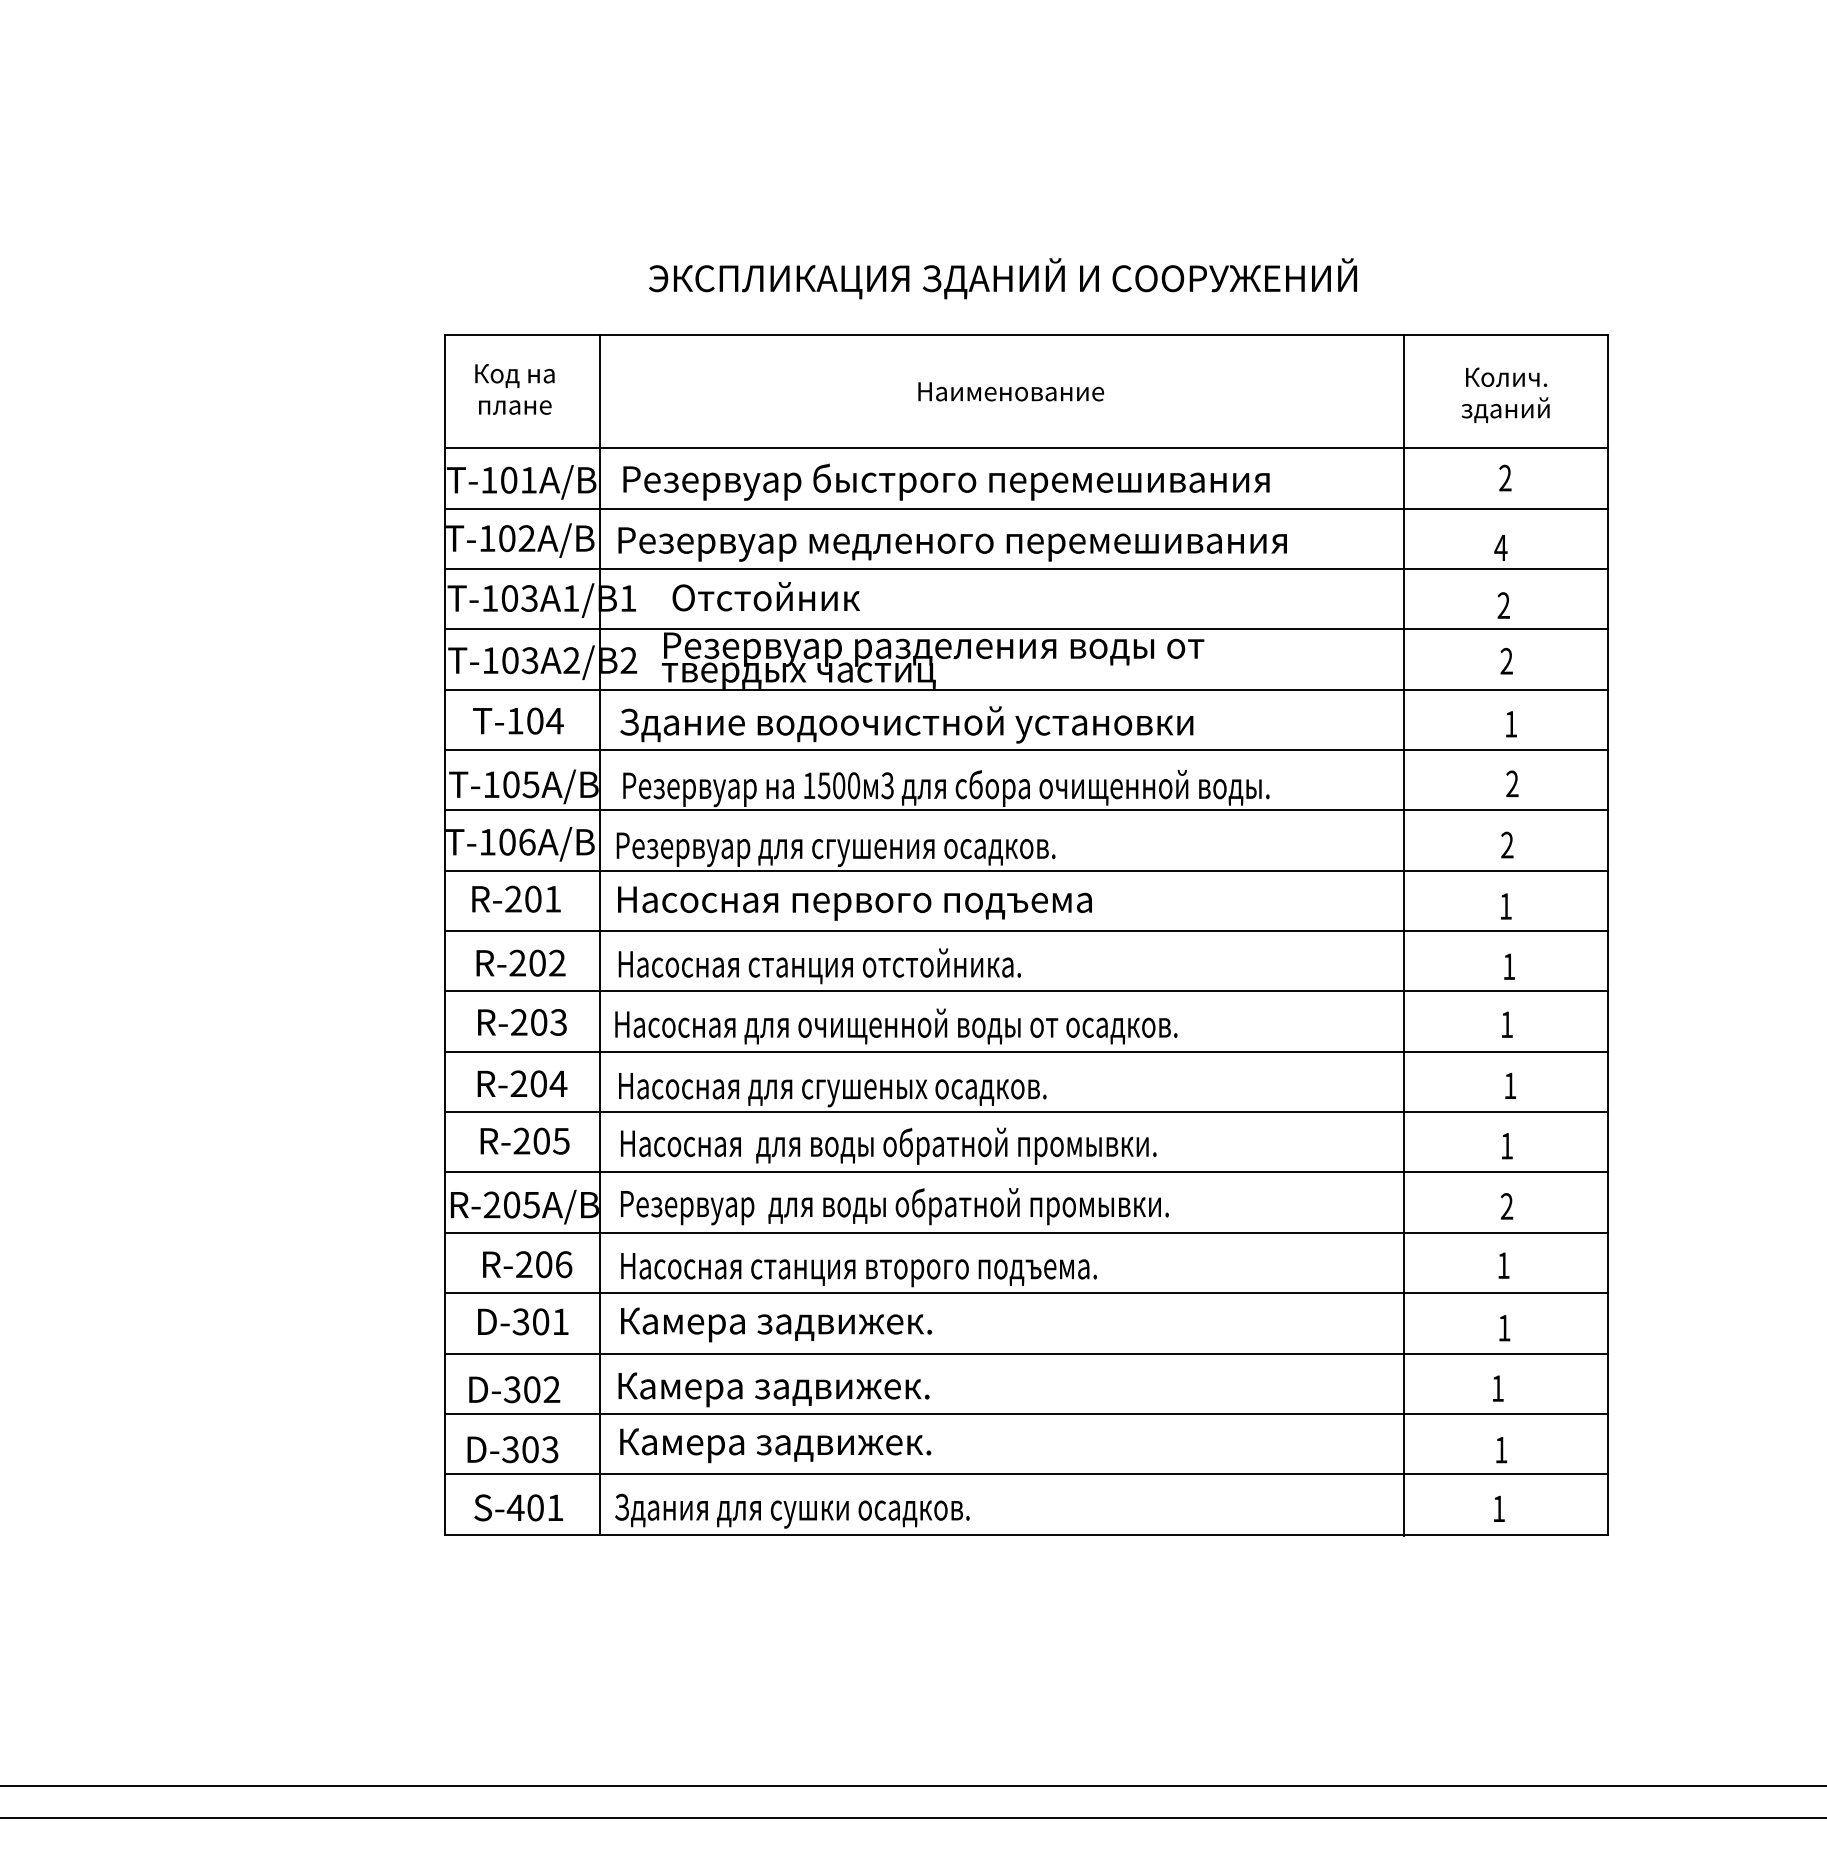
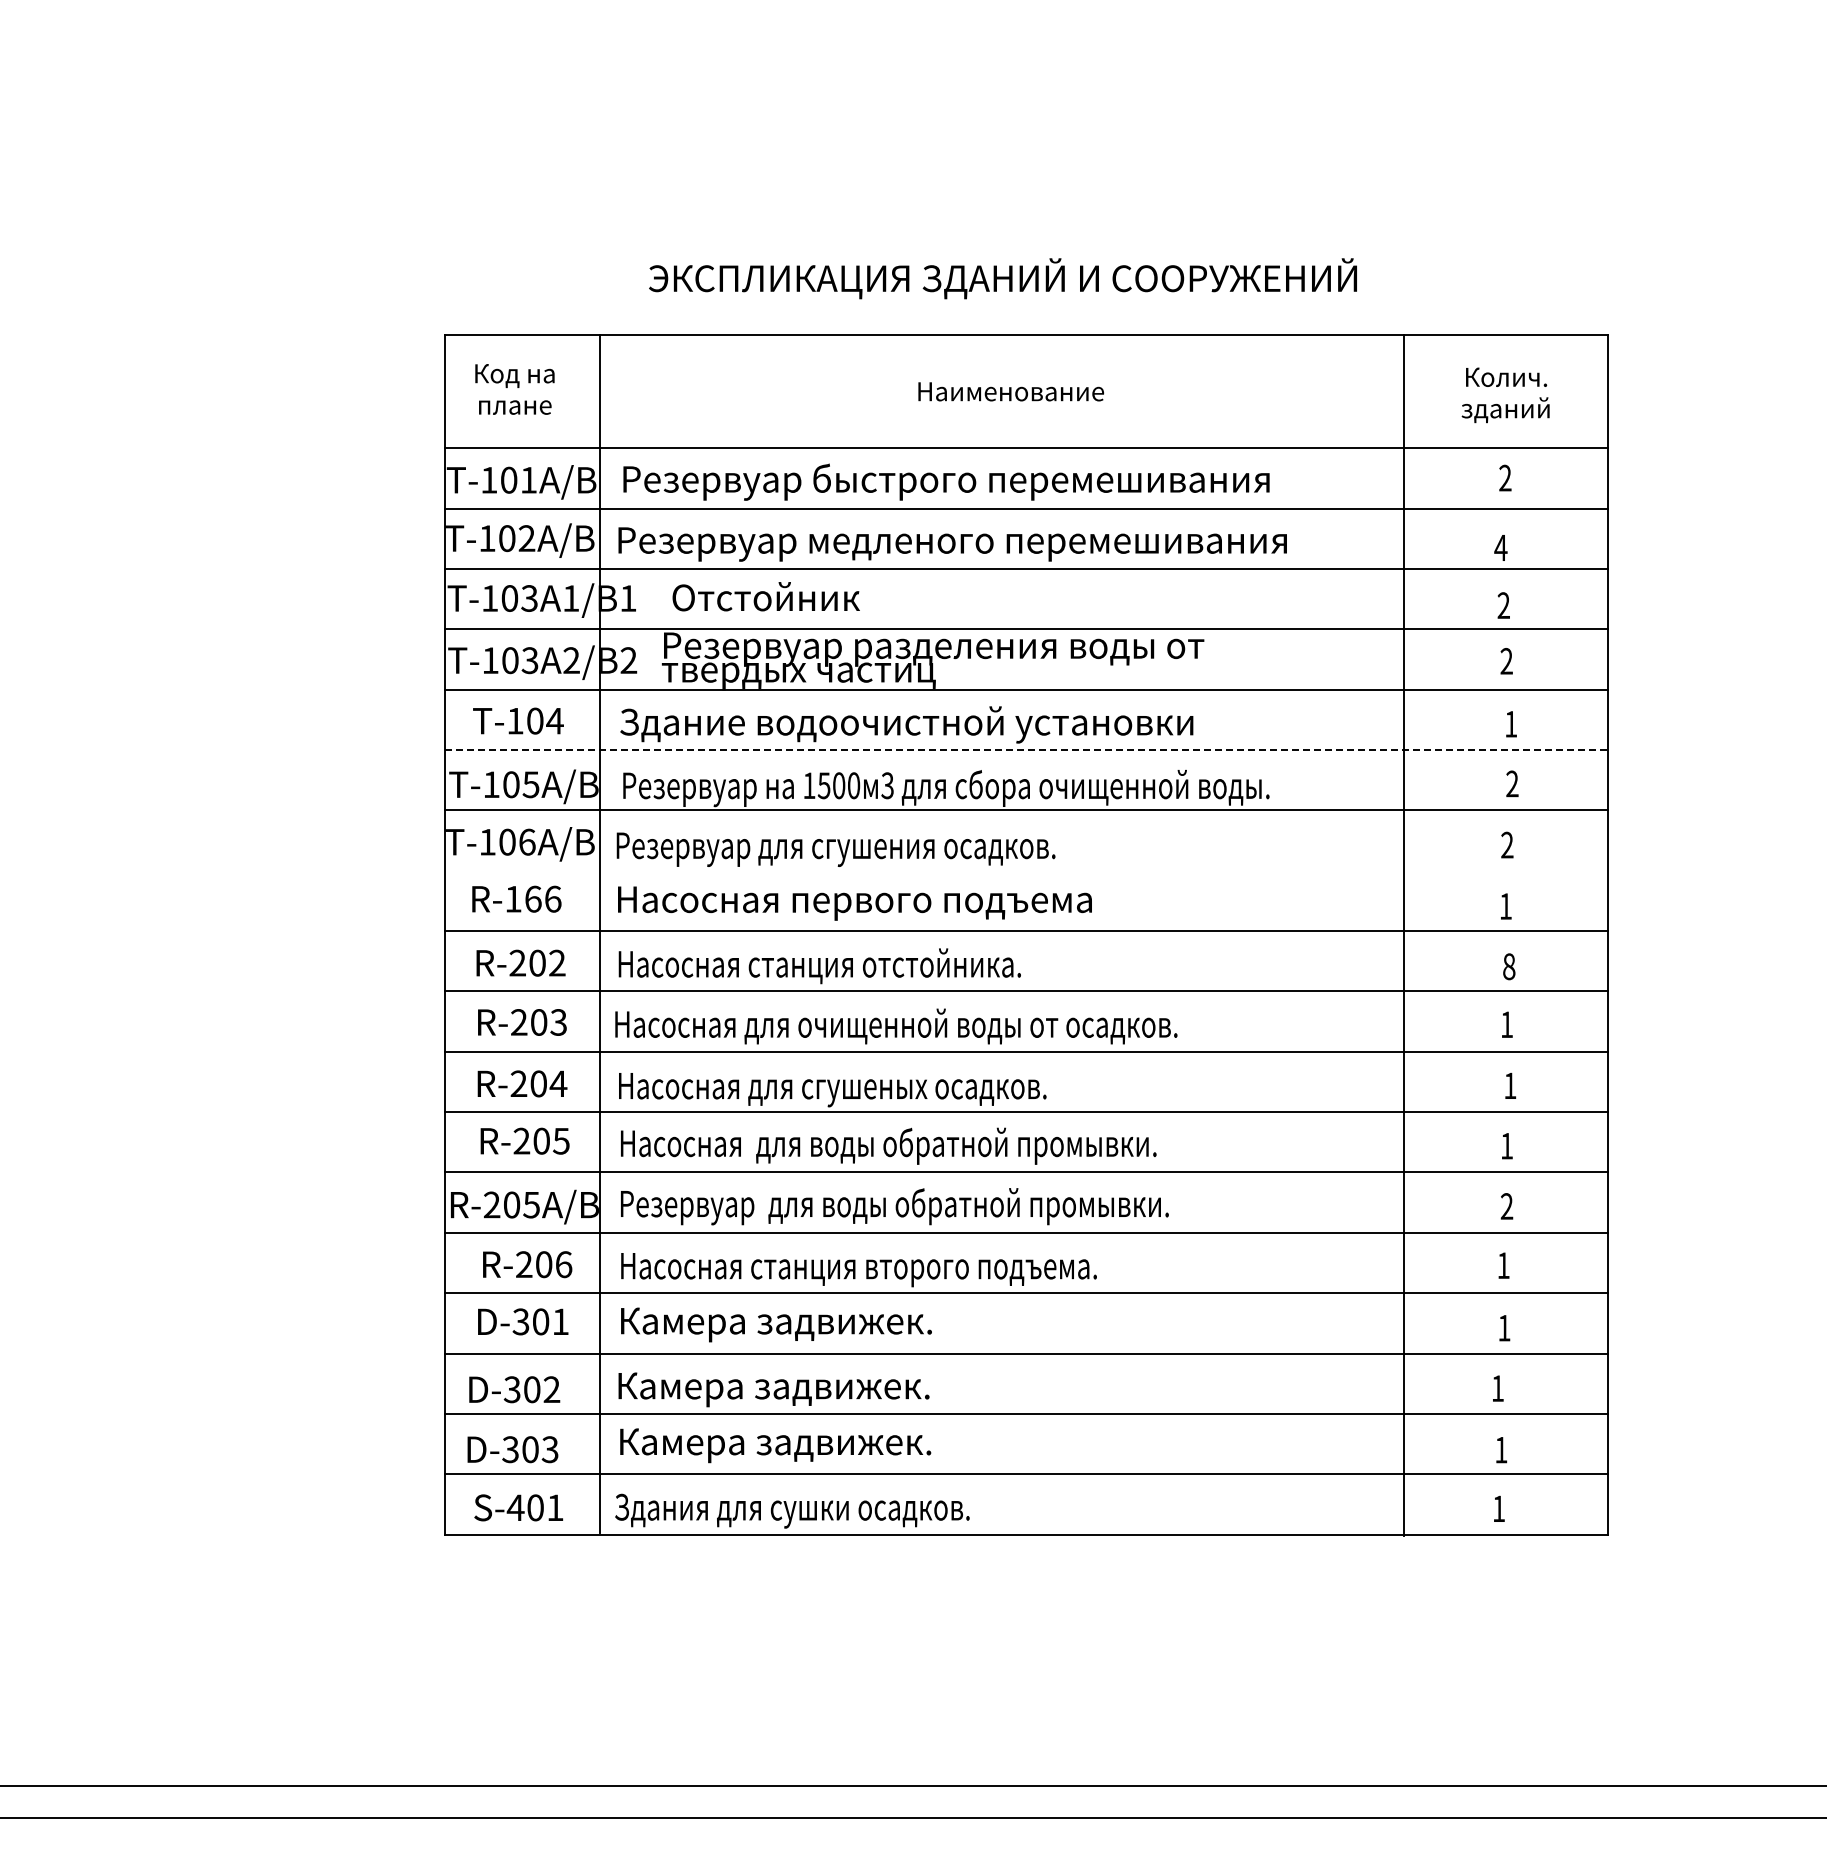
line at (1026, 750): solid -> dashed
line at (1025, 870): present -> none
text at (533, 898): R-201 -> R-166
text at (1509, 966): 1 -> 8
